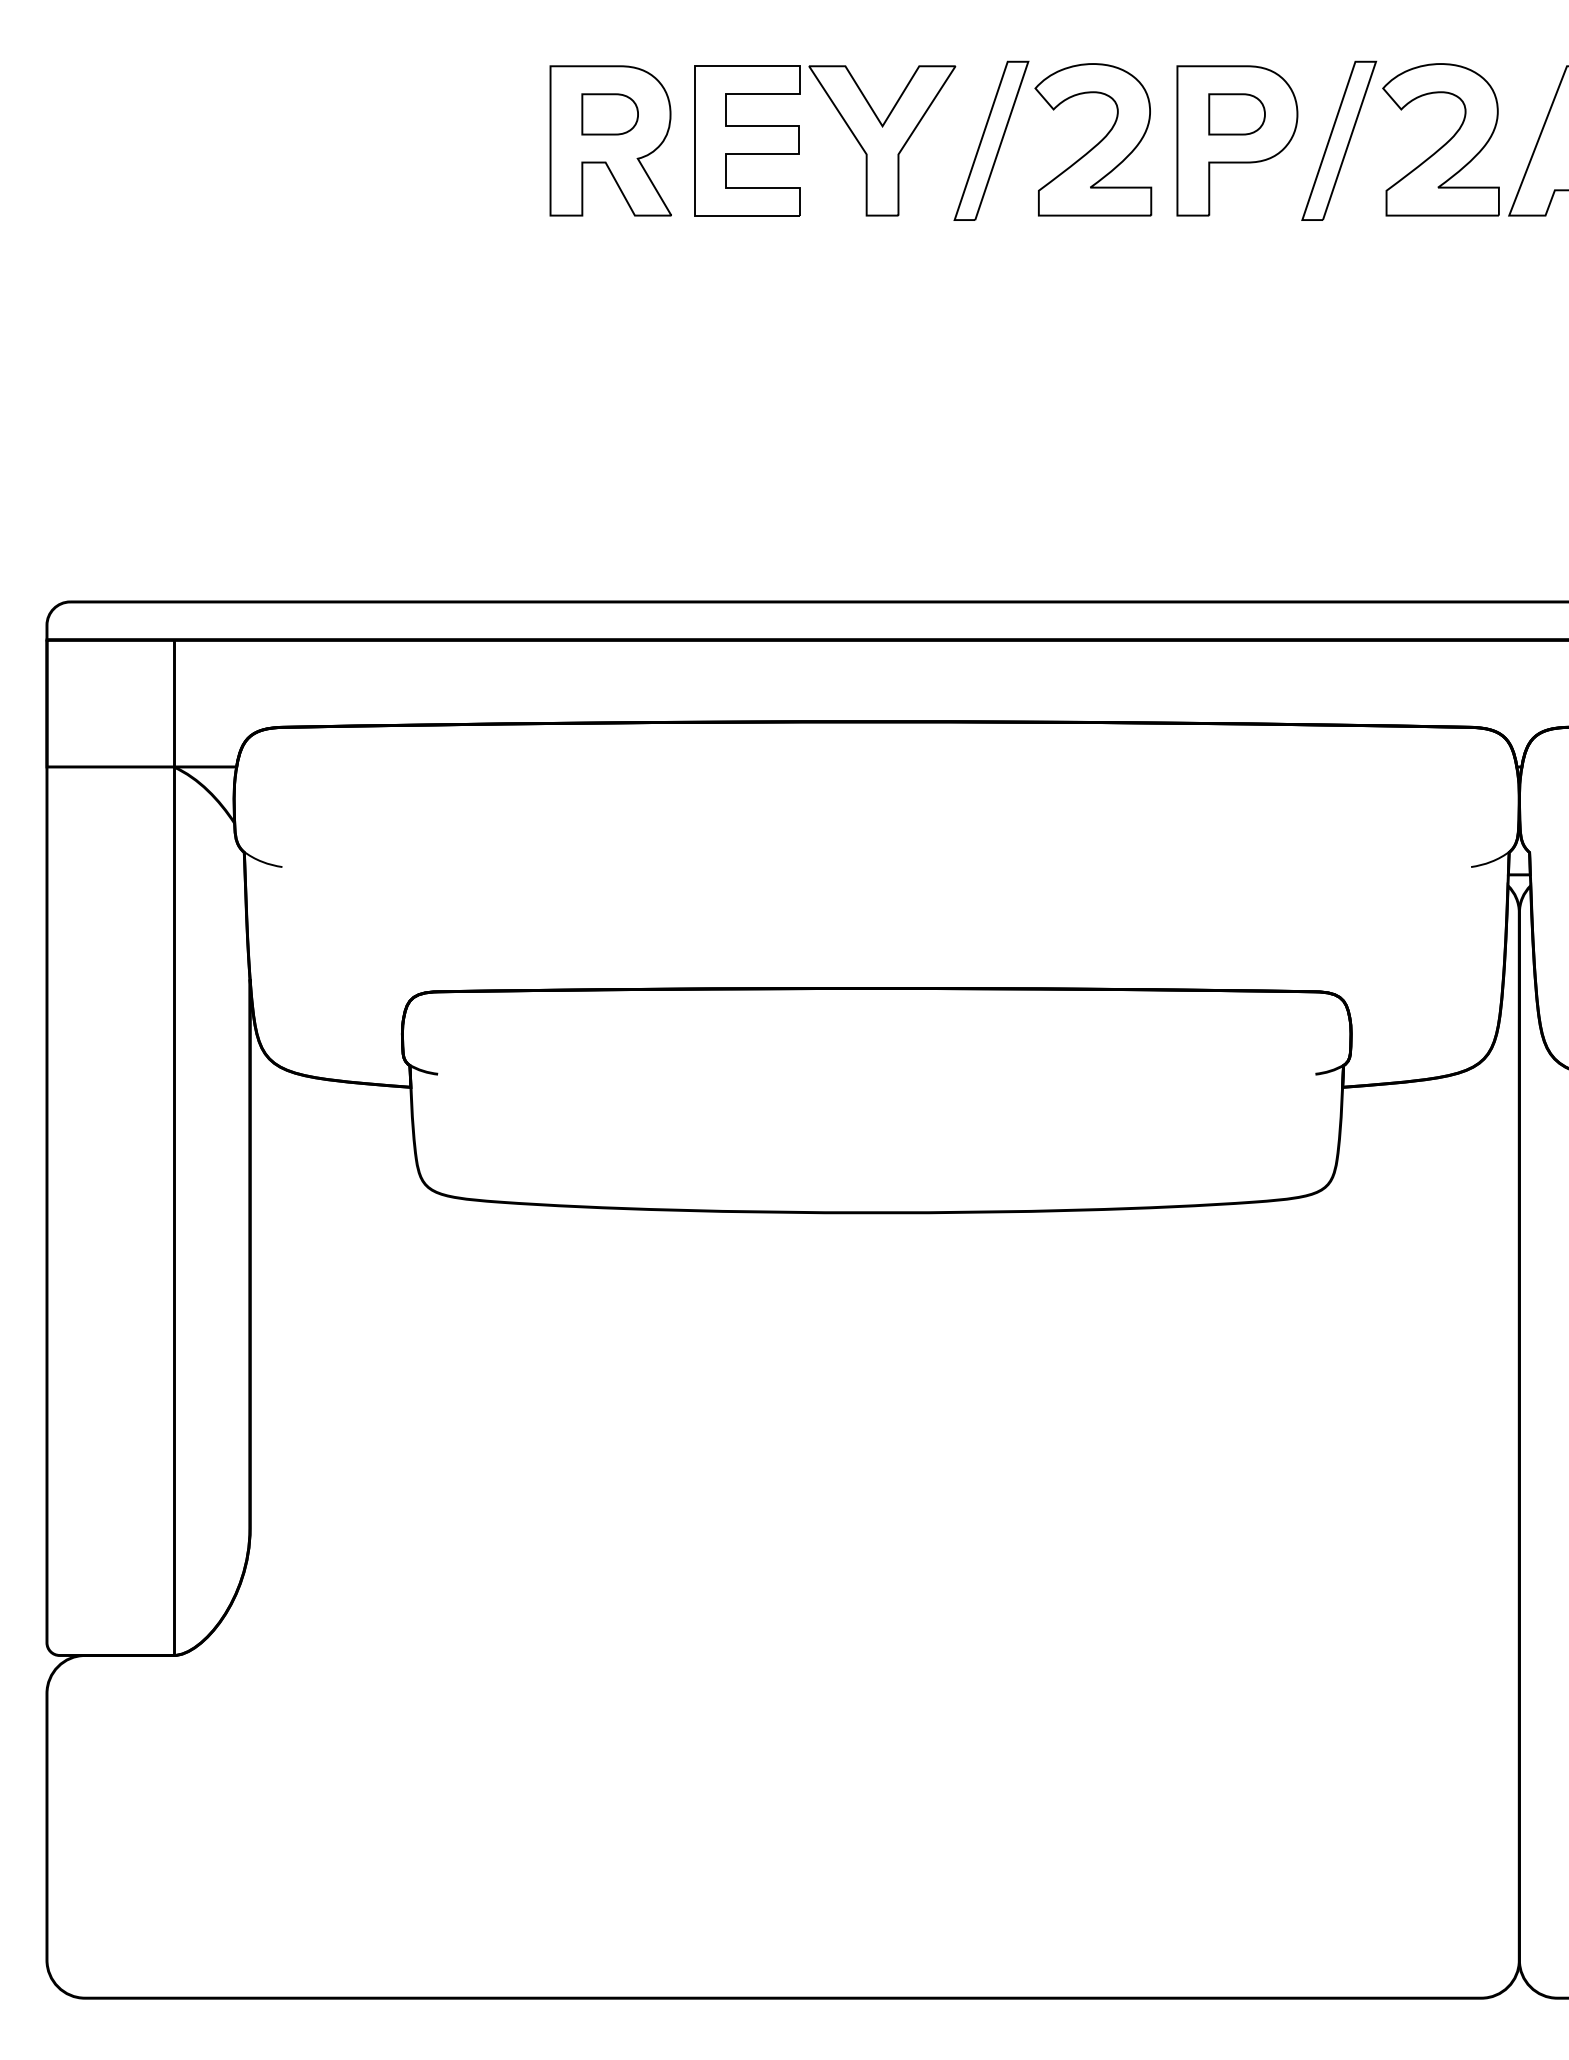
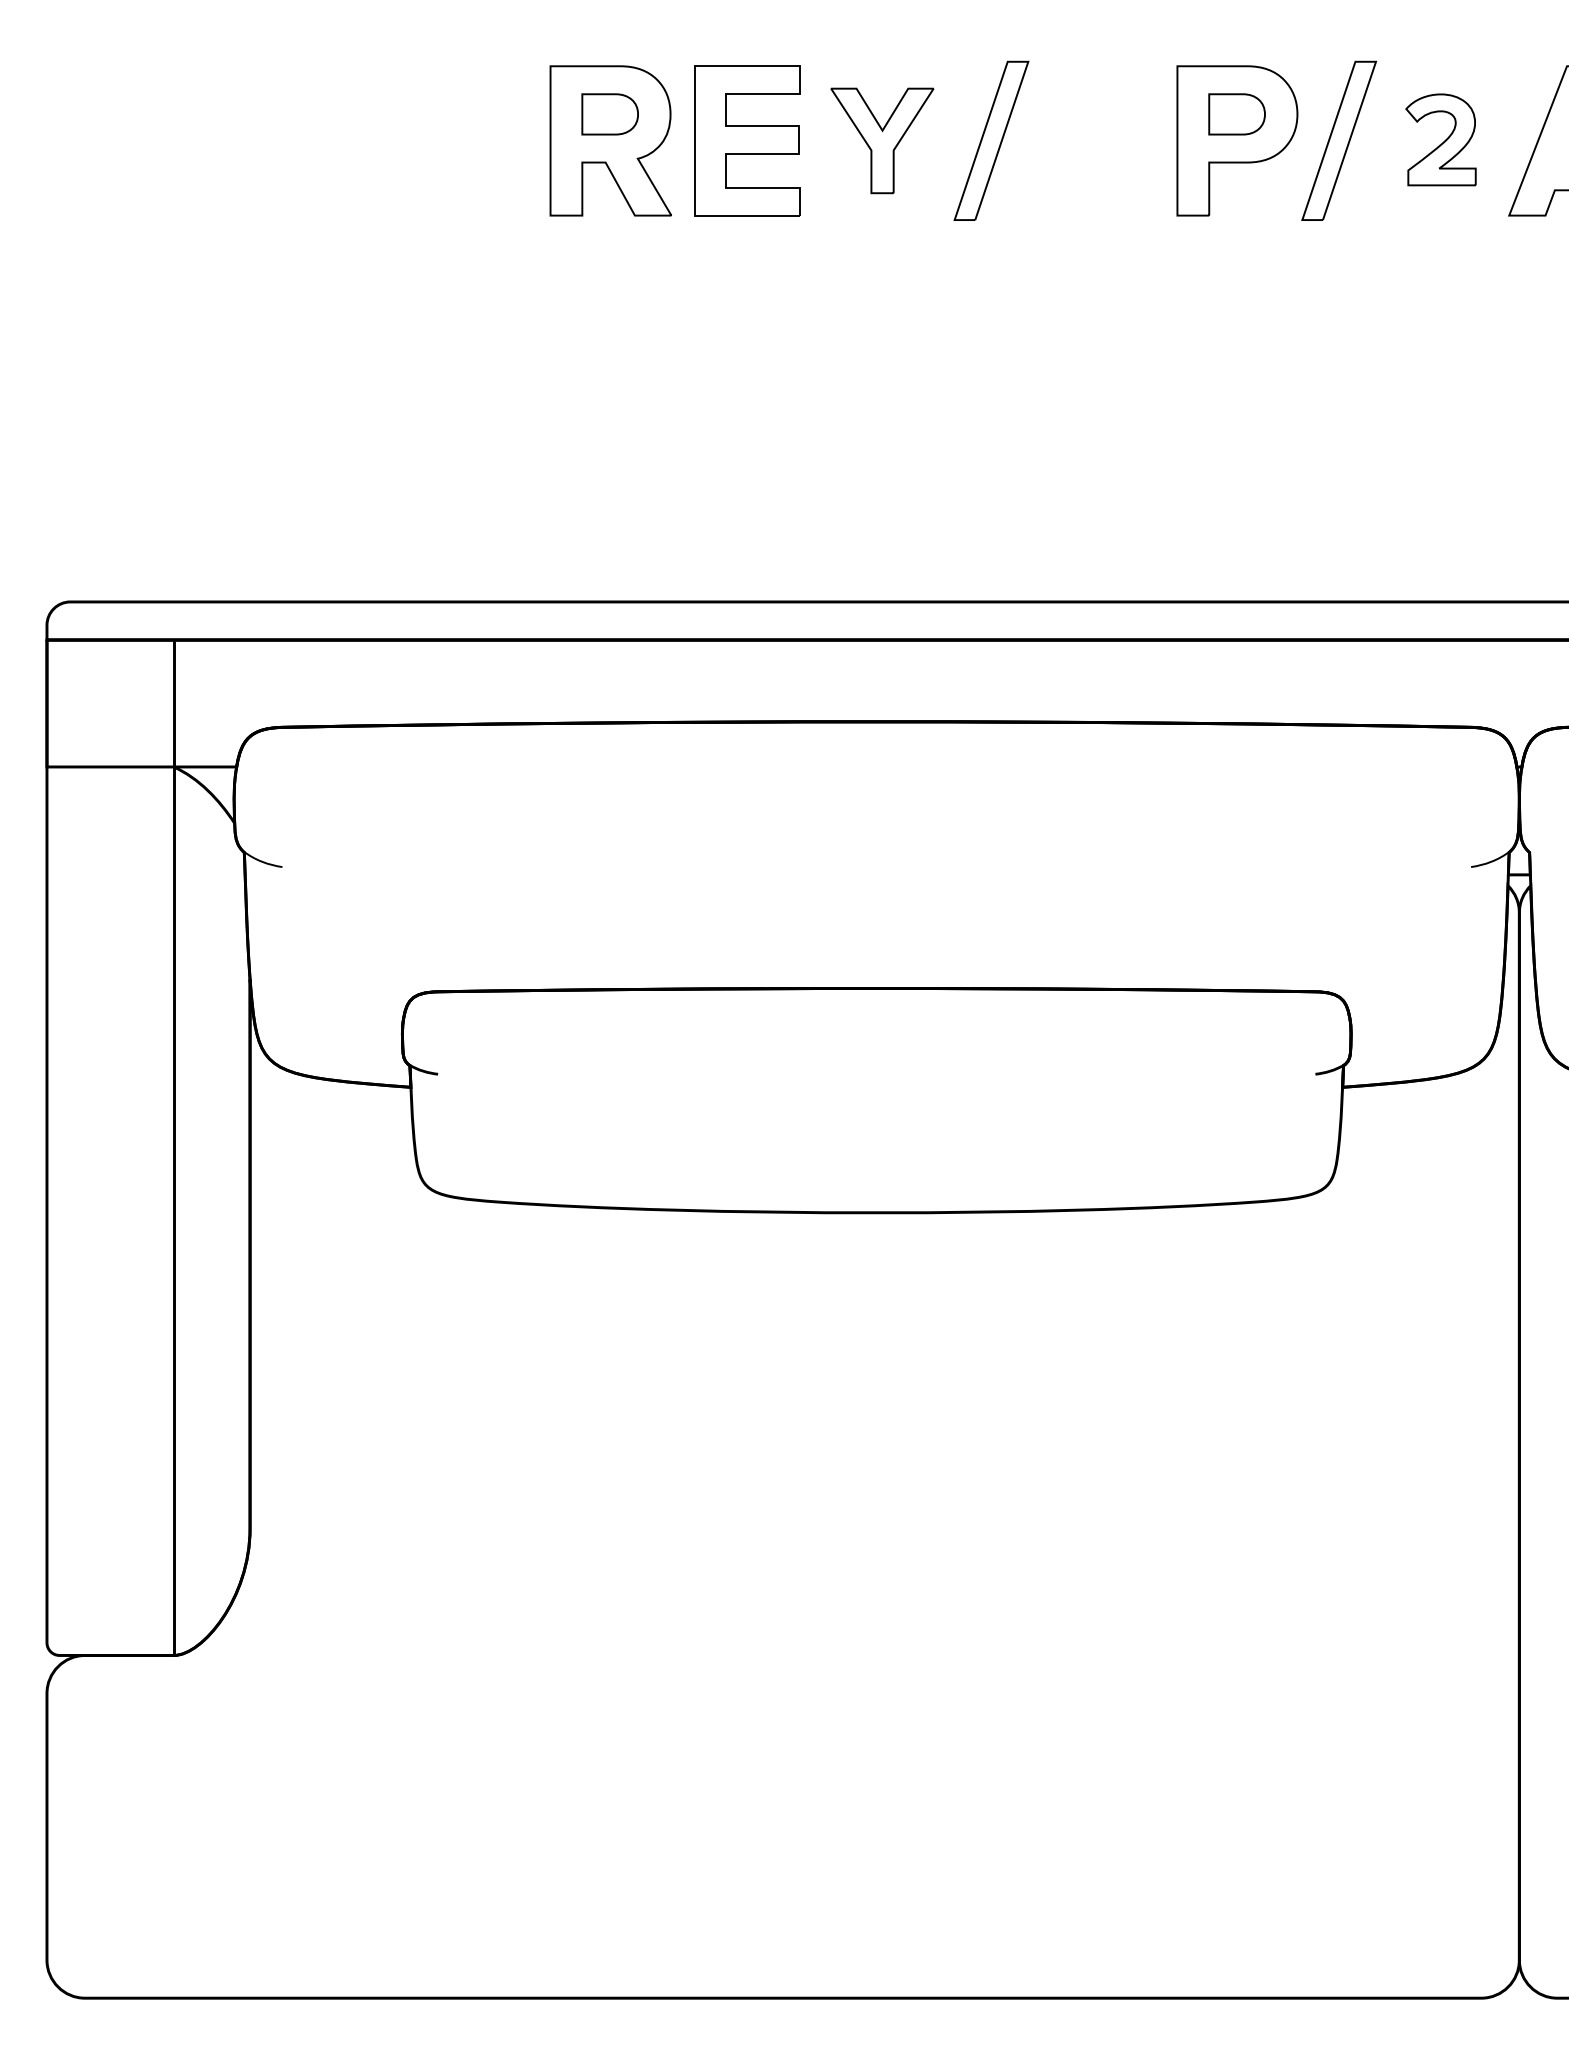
part at (1093, 139): present -> none
part at (1440, 139) size: 118x154 px -> 72x94 px
part at (882, 140) size: 149x152 px -> 105x108 px
